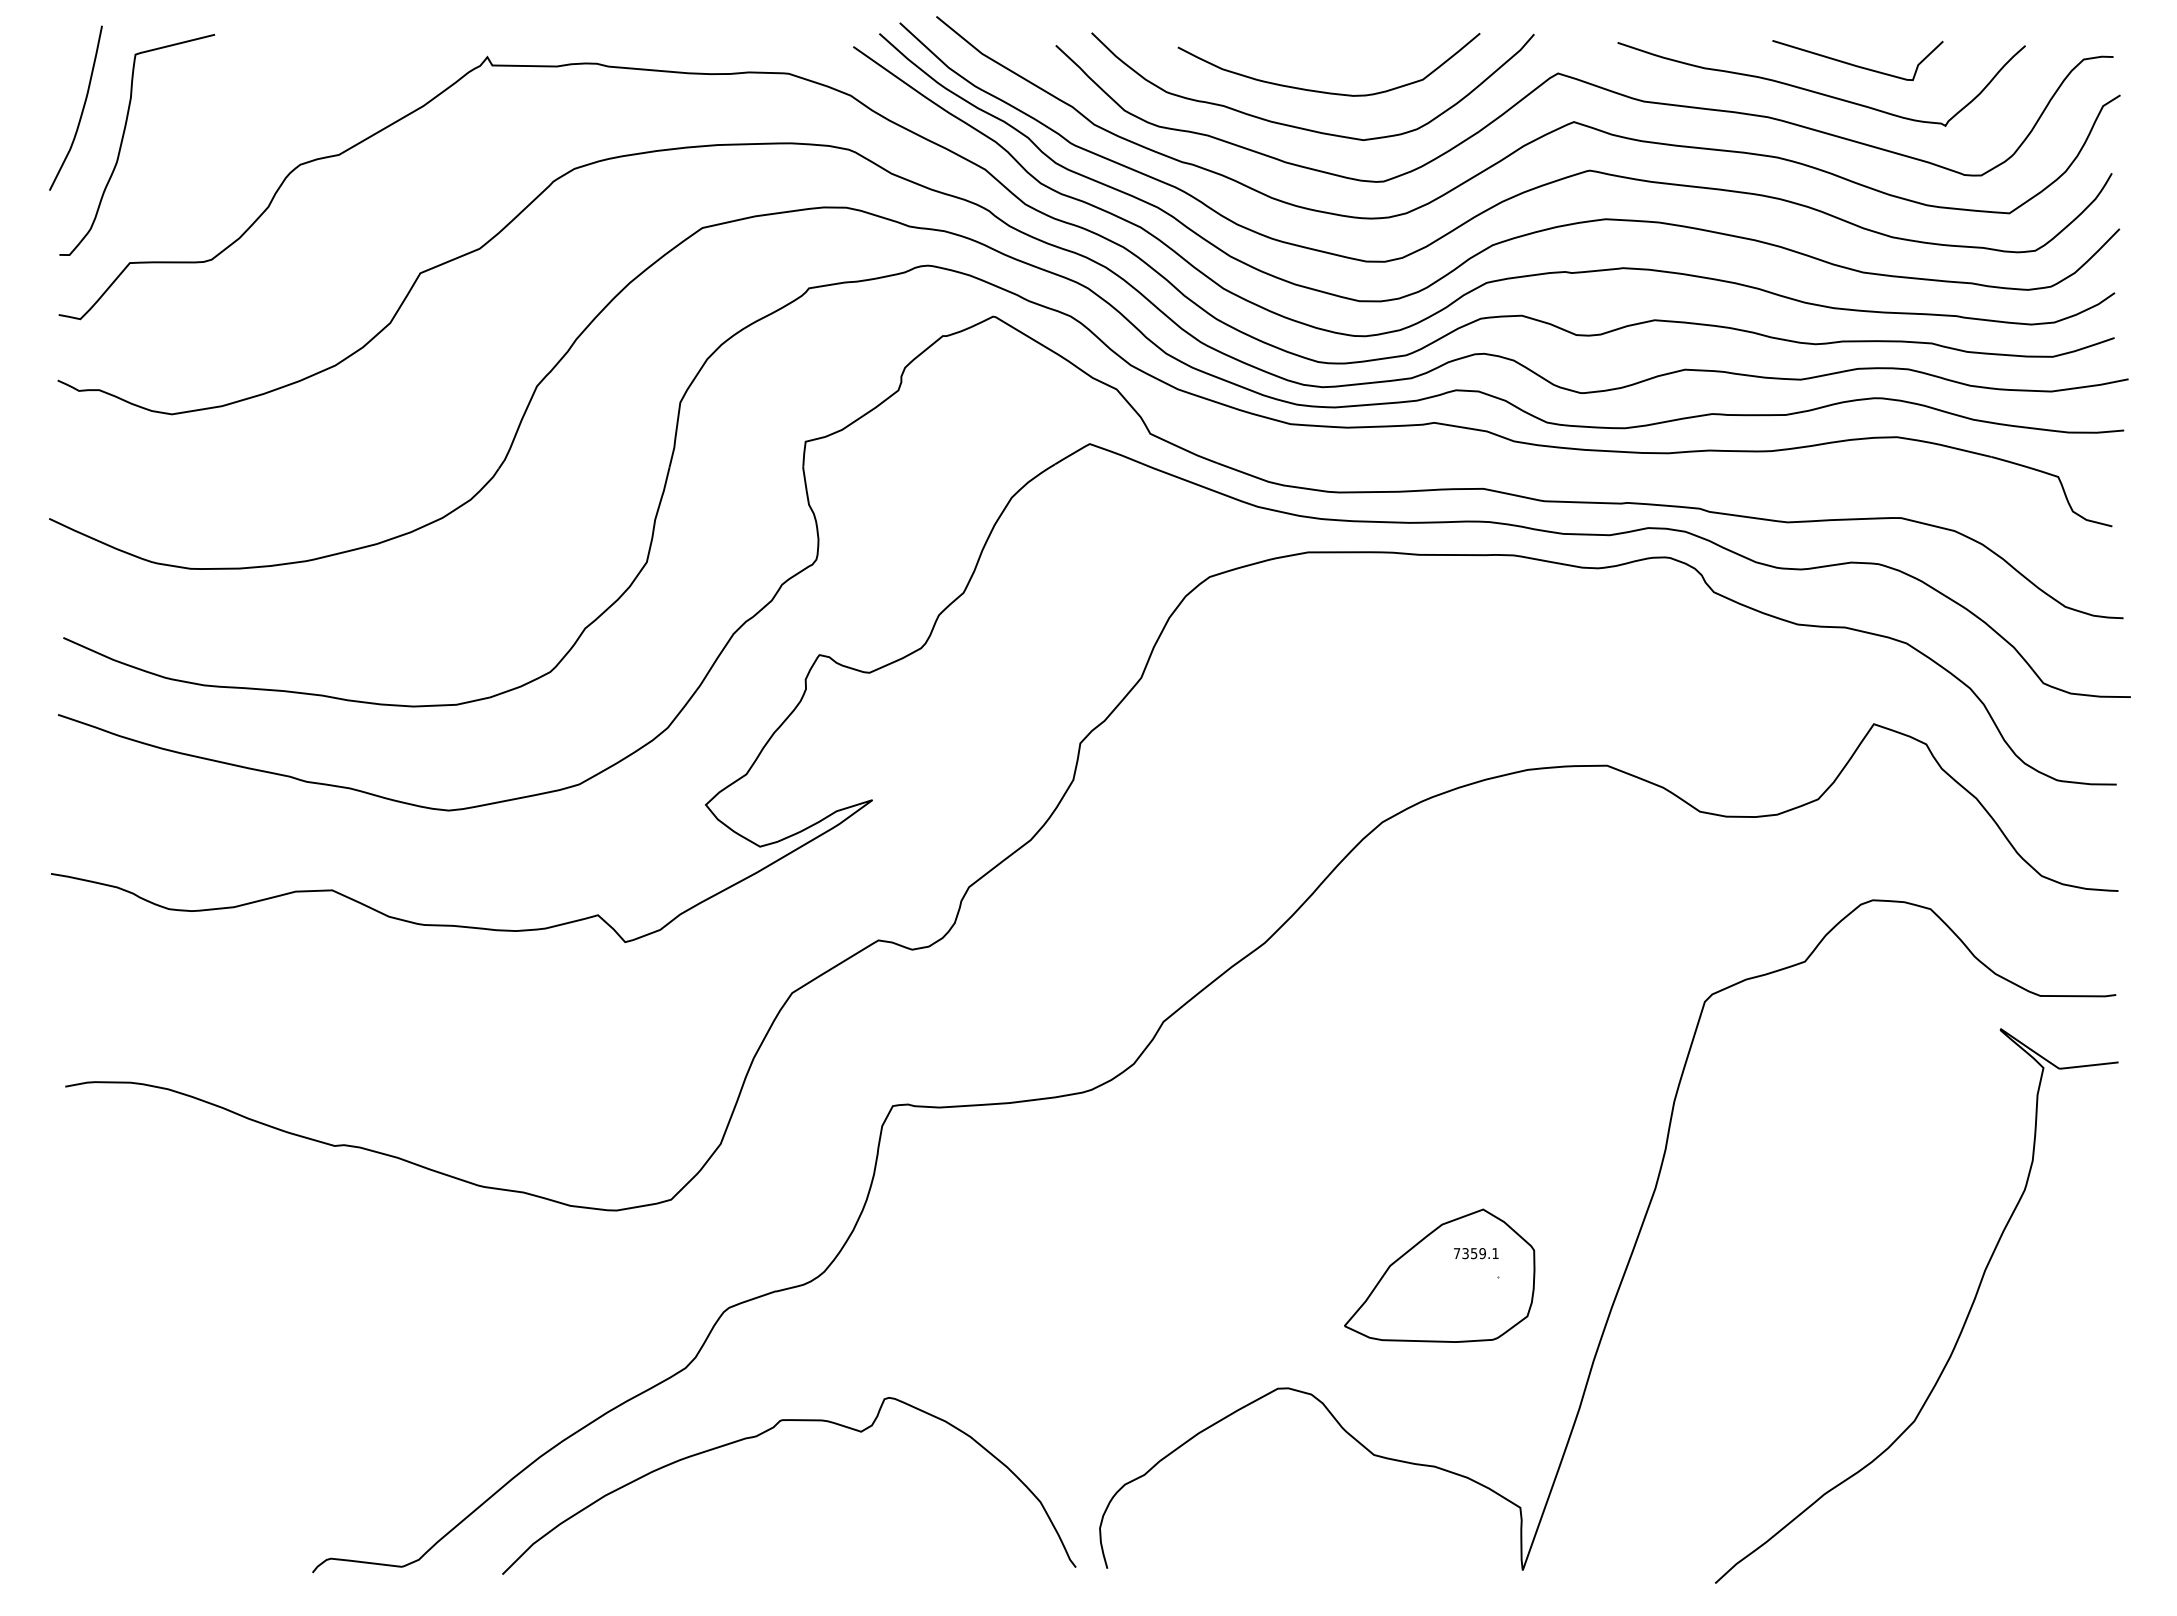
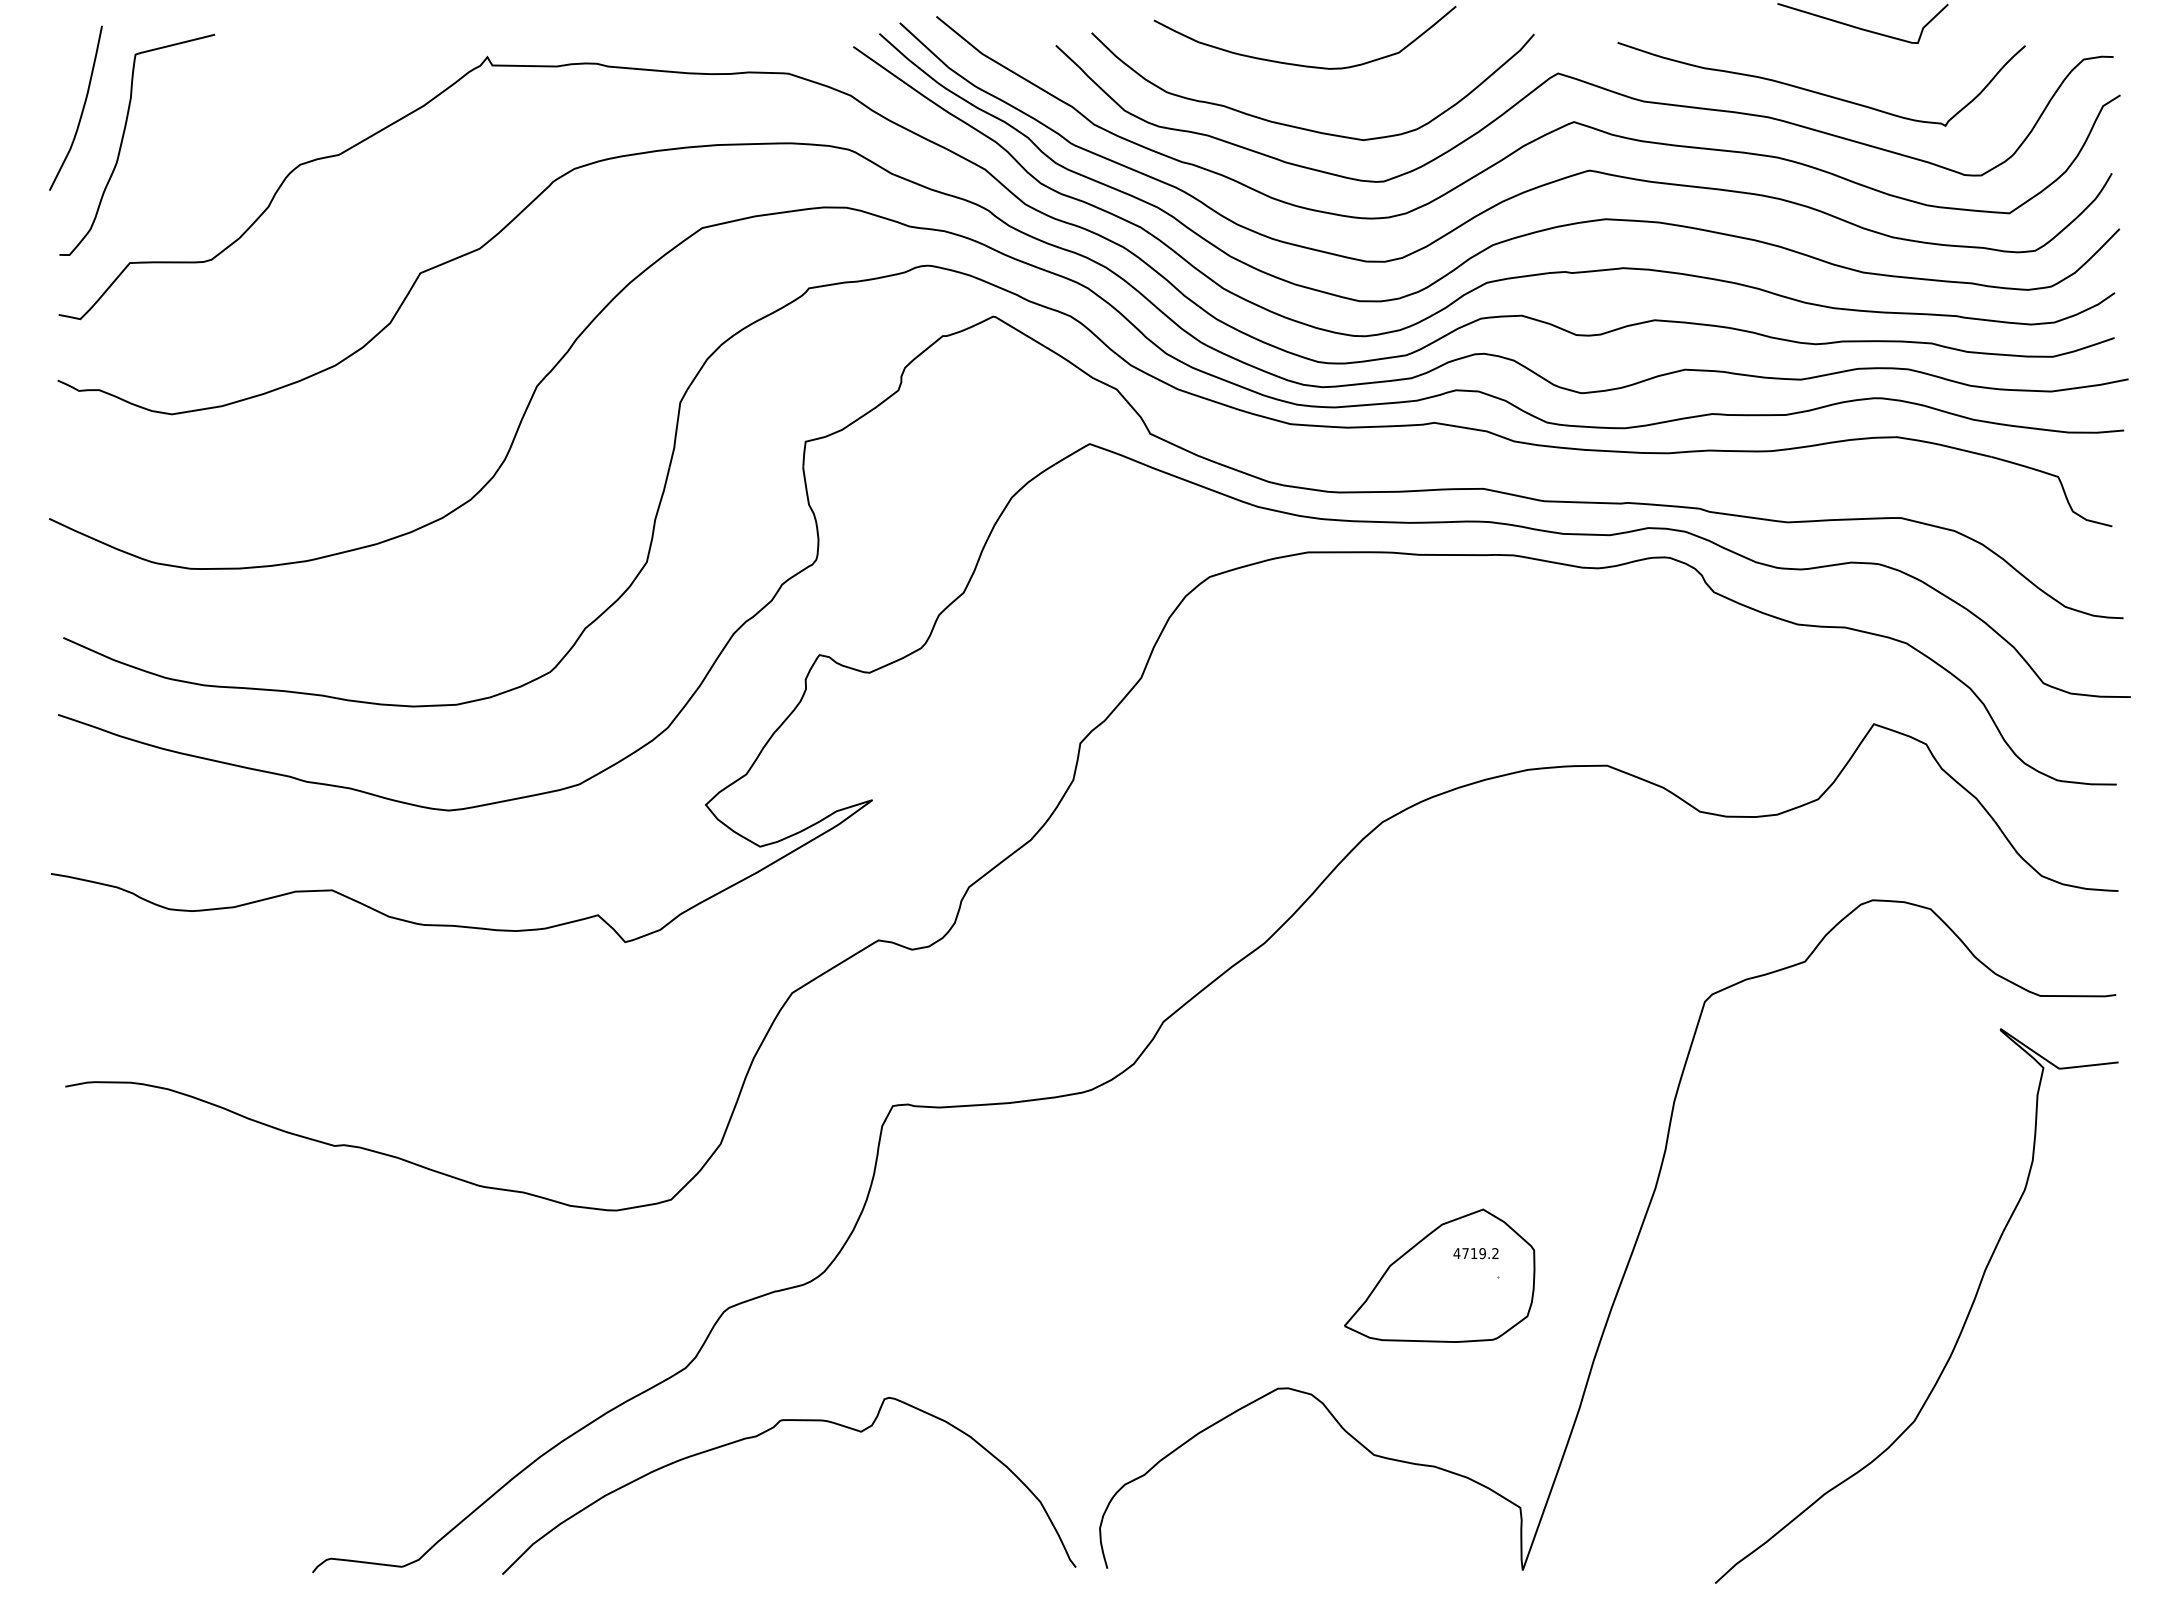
curve at (1855, 64) position: (1855, 64) -> (1860, 27)
curve at (1325, 91) position: (1325, 91) -> (1301, 64)
text at (1475, 1253): 7359.1 -> 4719.2
